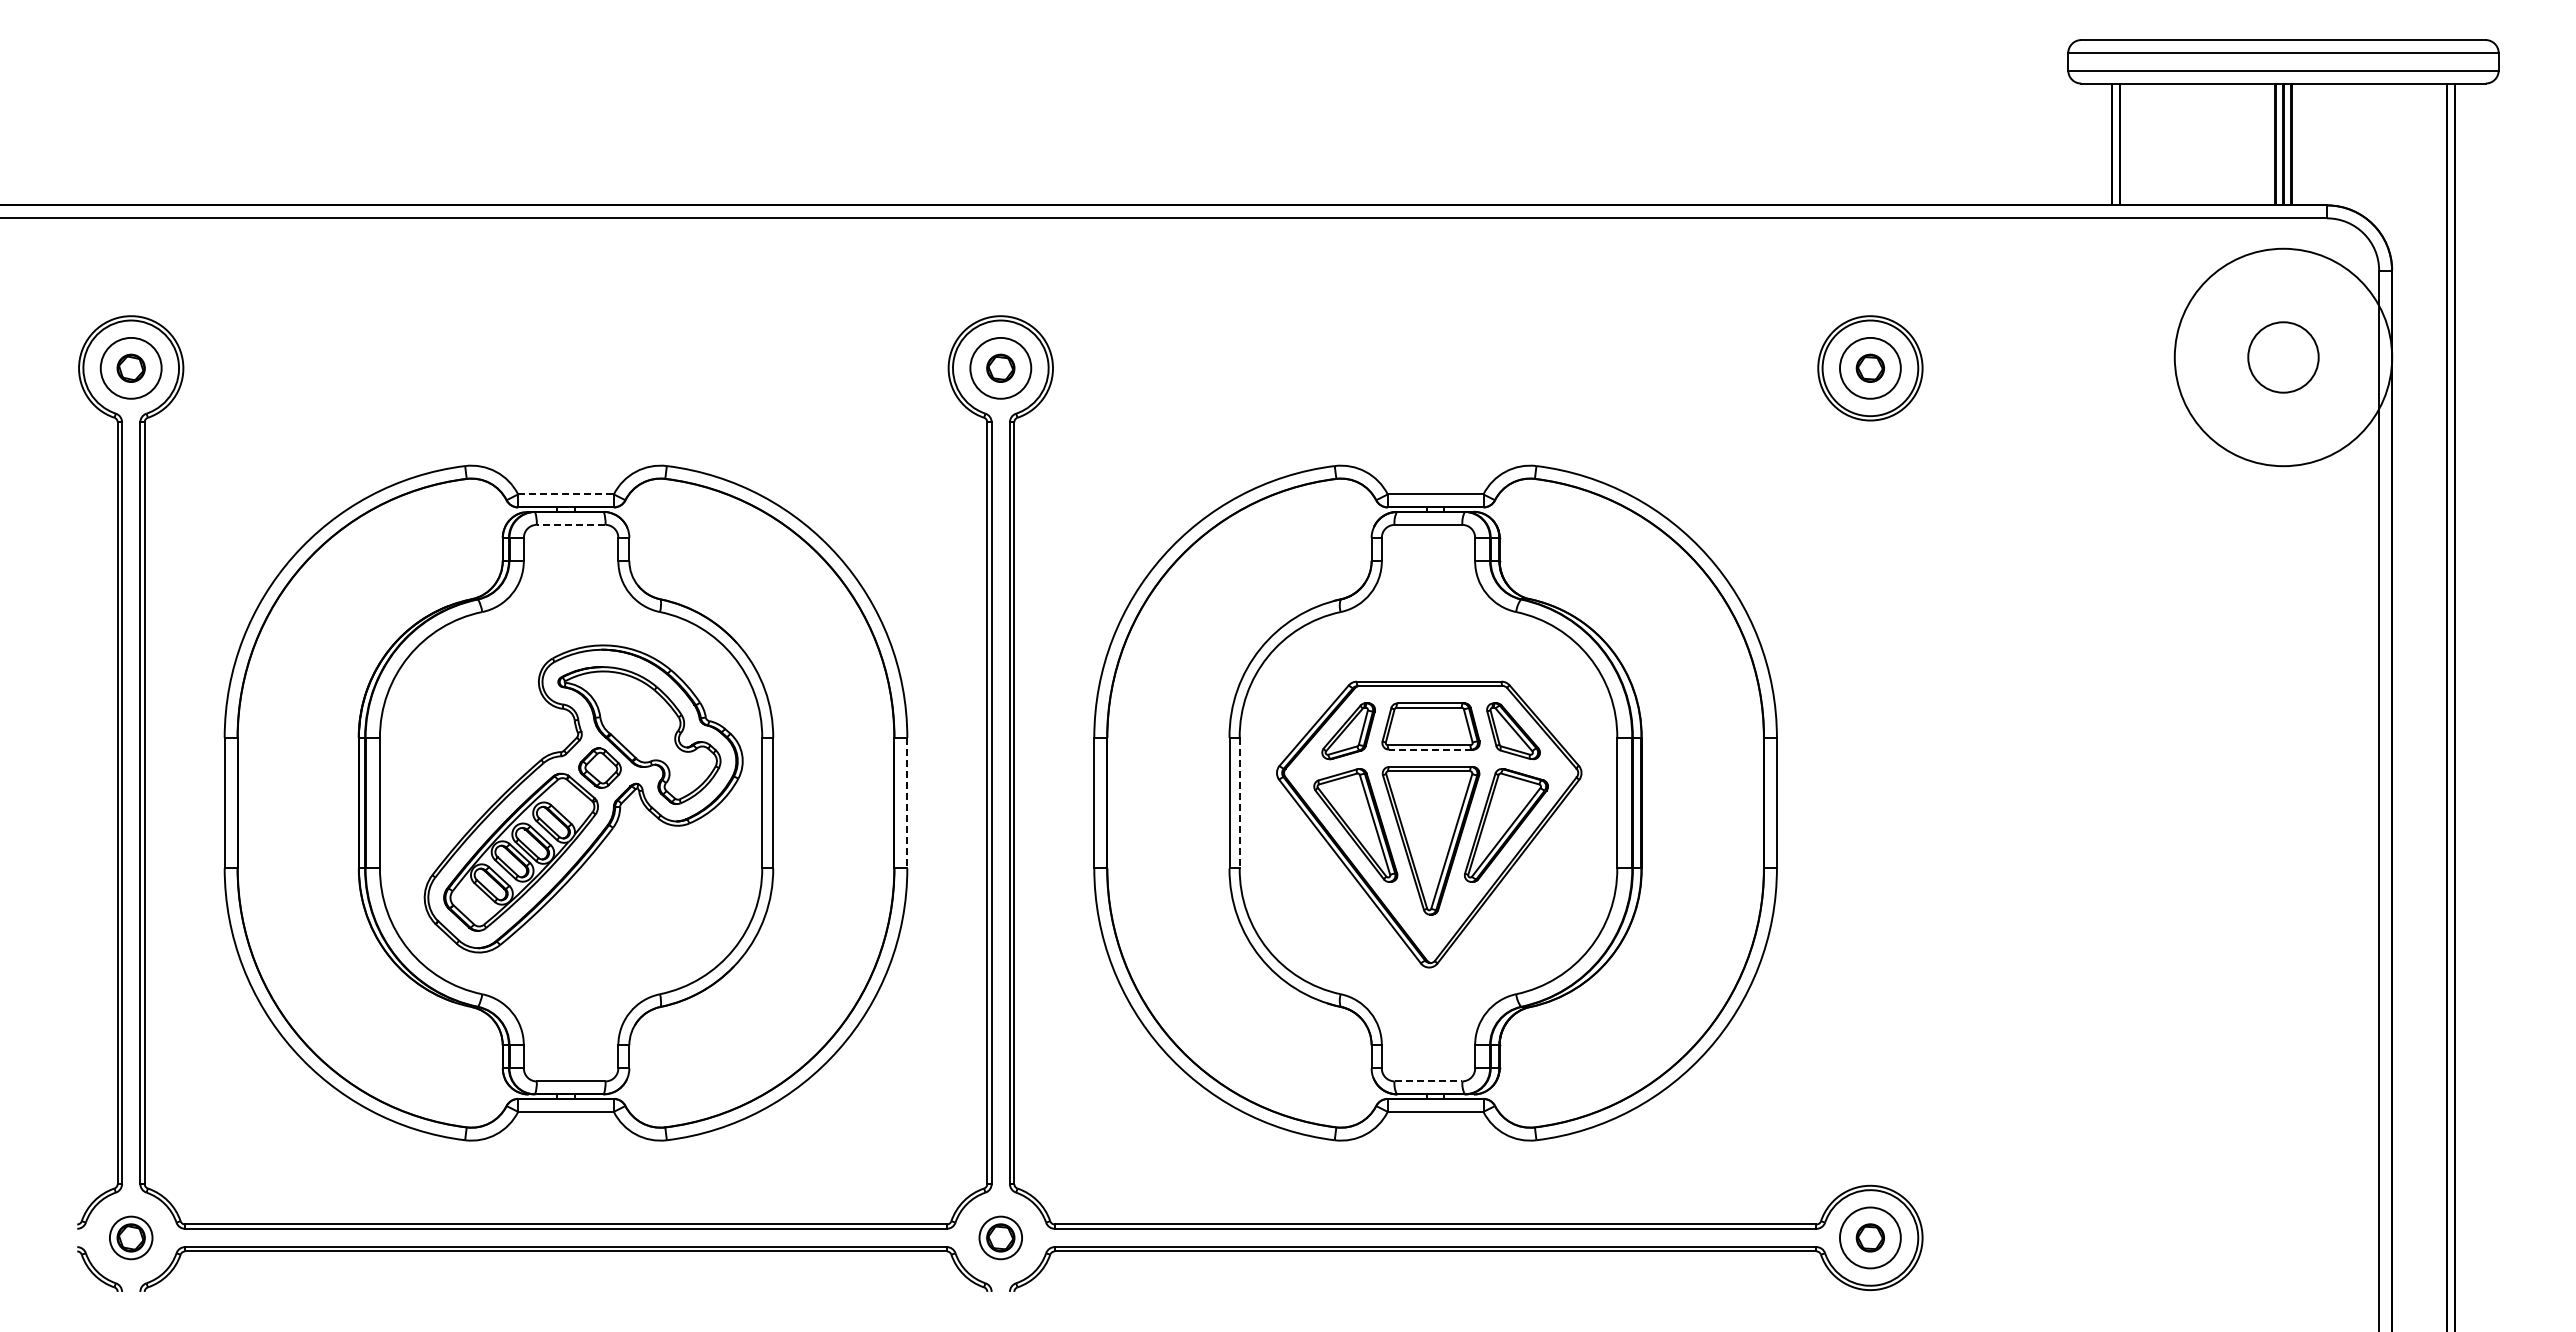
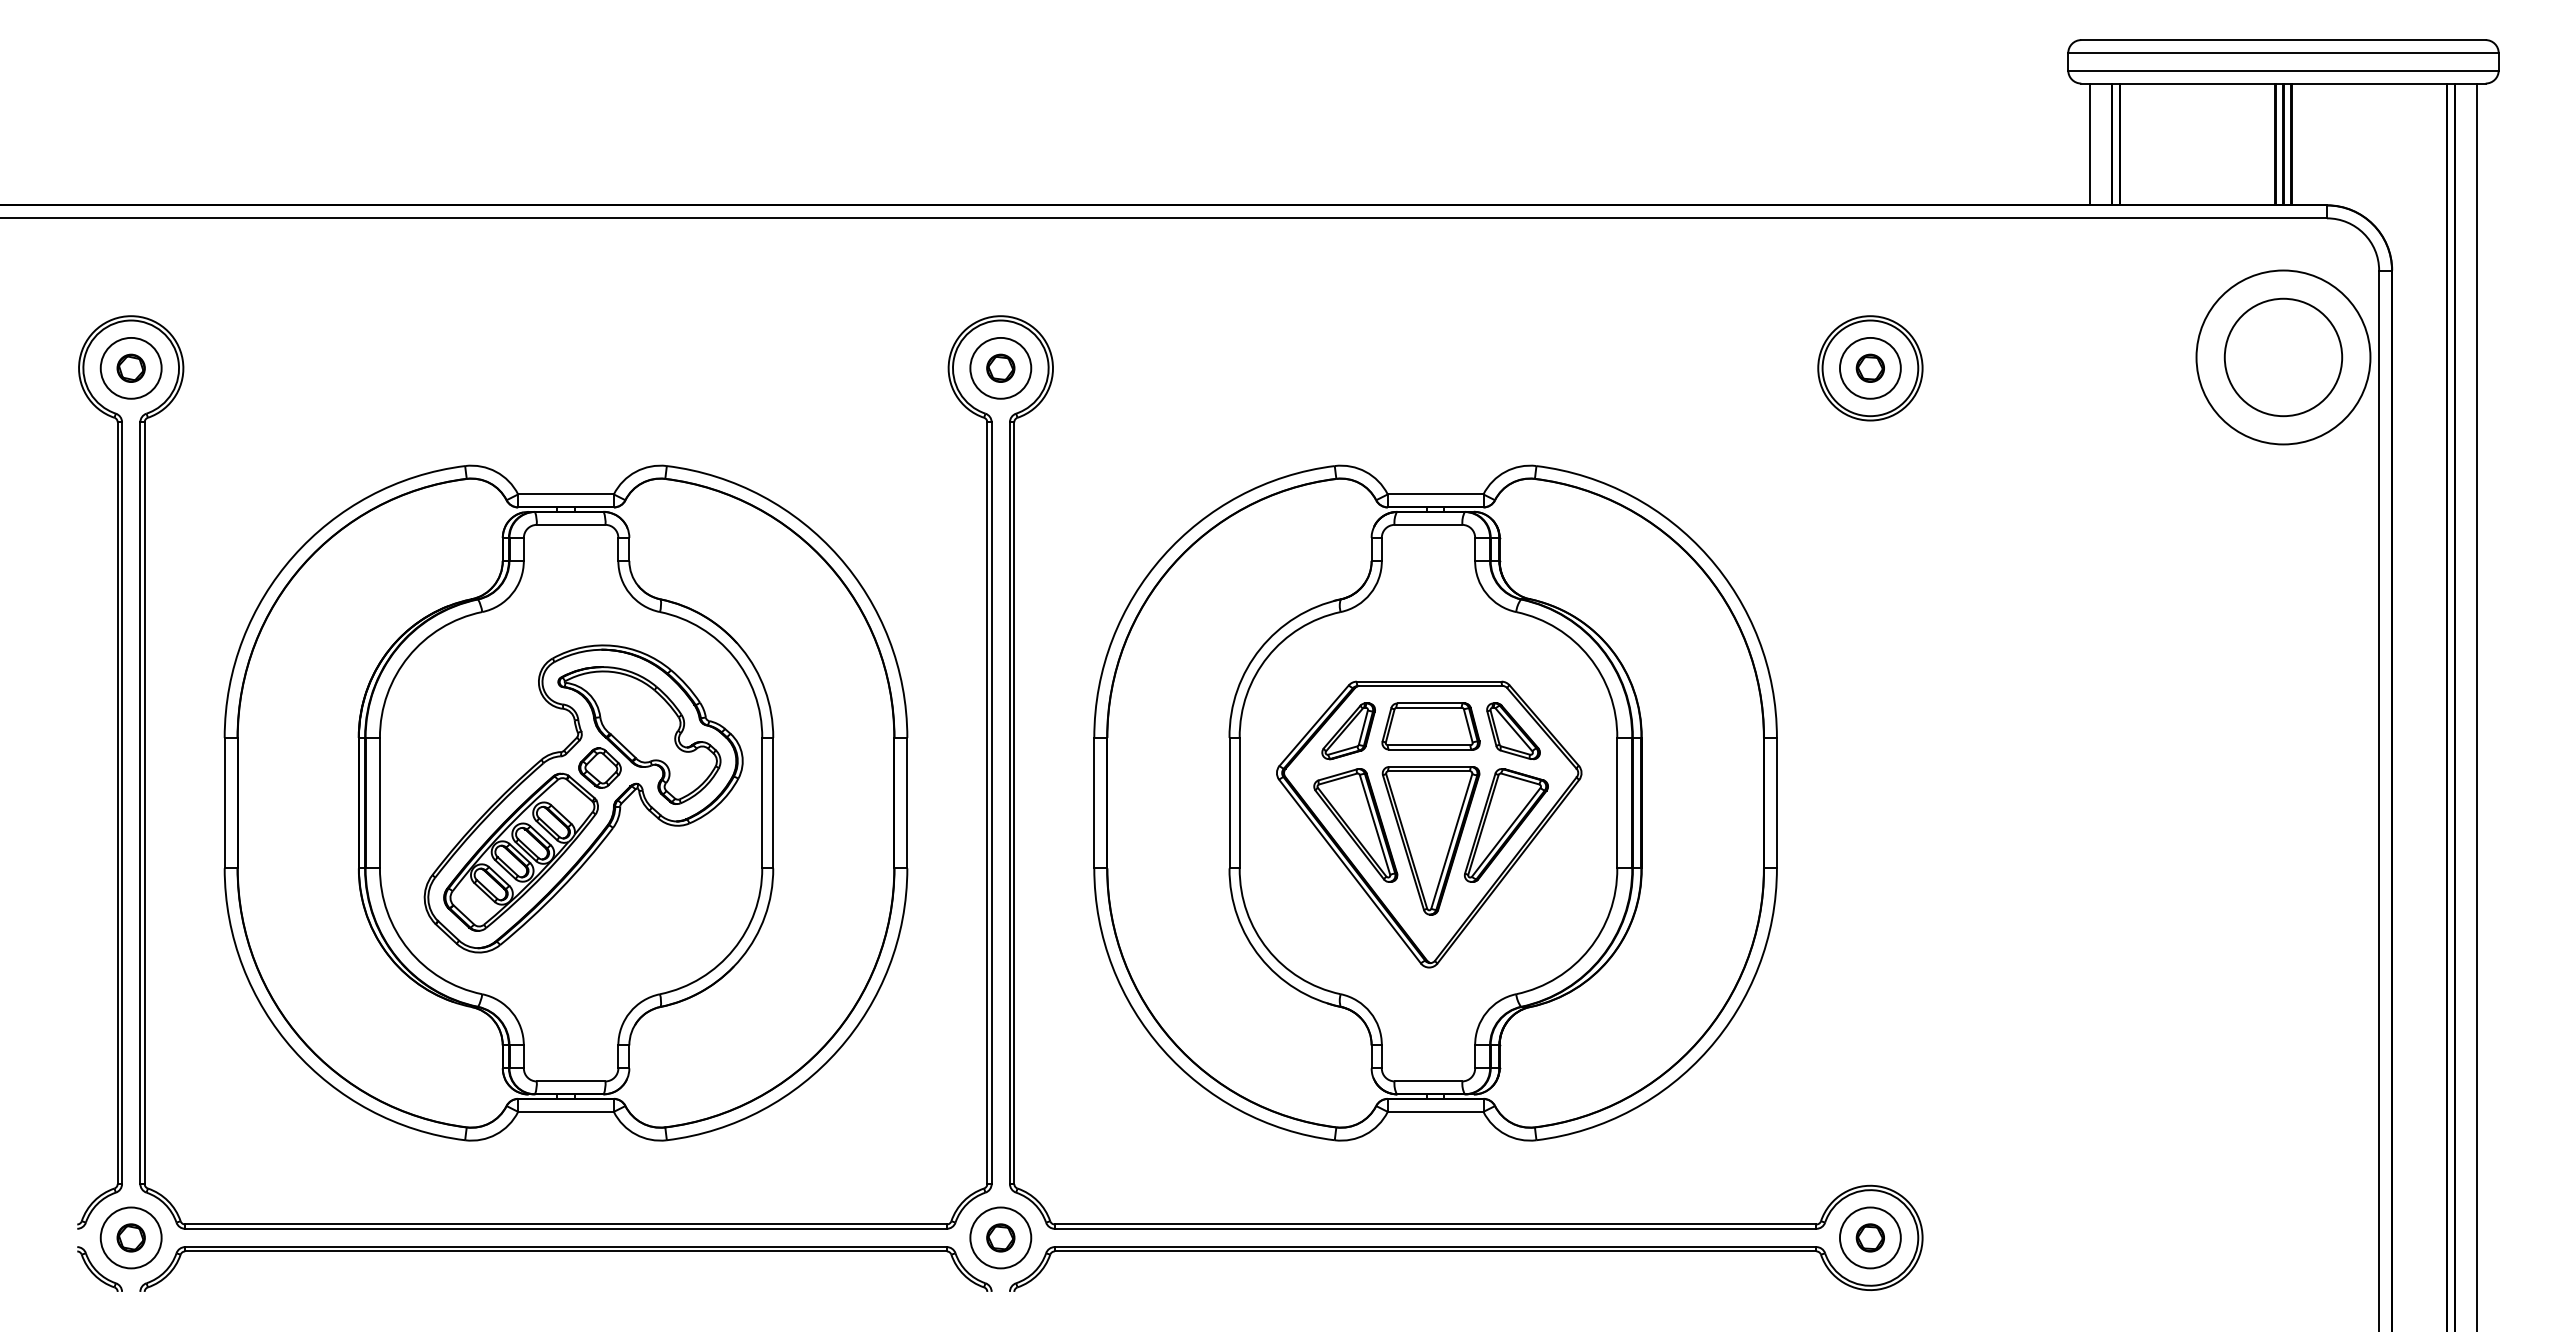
line at (2090, 144): none -> present
circle at (2283, 357) diameter: 217 px -> 174 px
circle at (2283, 357) diameter: 70 px -> 117 px
line at (566, 494): dashed -> solid
line at (570, 524): dashed -> solid
line at (2476, 705): none -> present
line at (1429, 749): dashed -> solid
line at (907, 803): dashed -> solid
line at (1239, 803): dashed -> solid
line at (1428, 1081): dashed -> solid
circle at (130, 1237) diameter: 43 px -> 61 px
circle at (1000, 1237) diameter: 43 px -> 61 px
